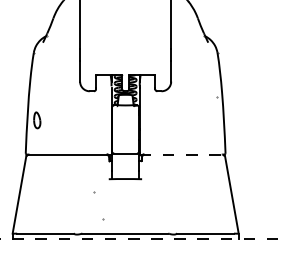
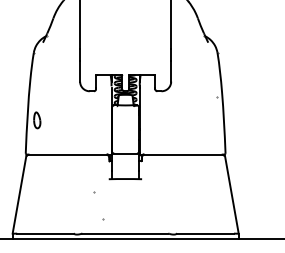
line at (181, 154): dashed -> solid
line at (142, 238): dashed -> solid
